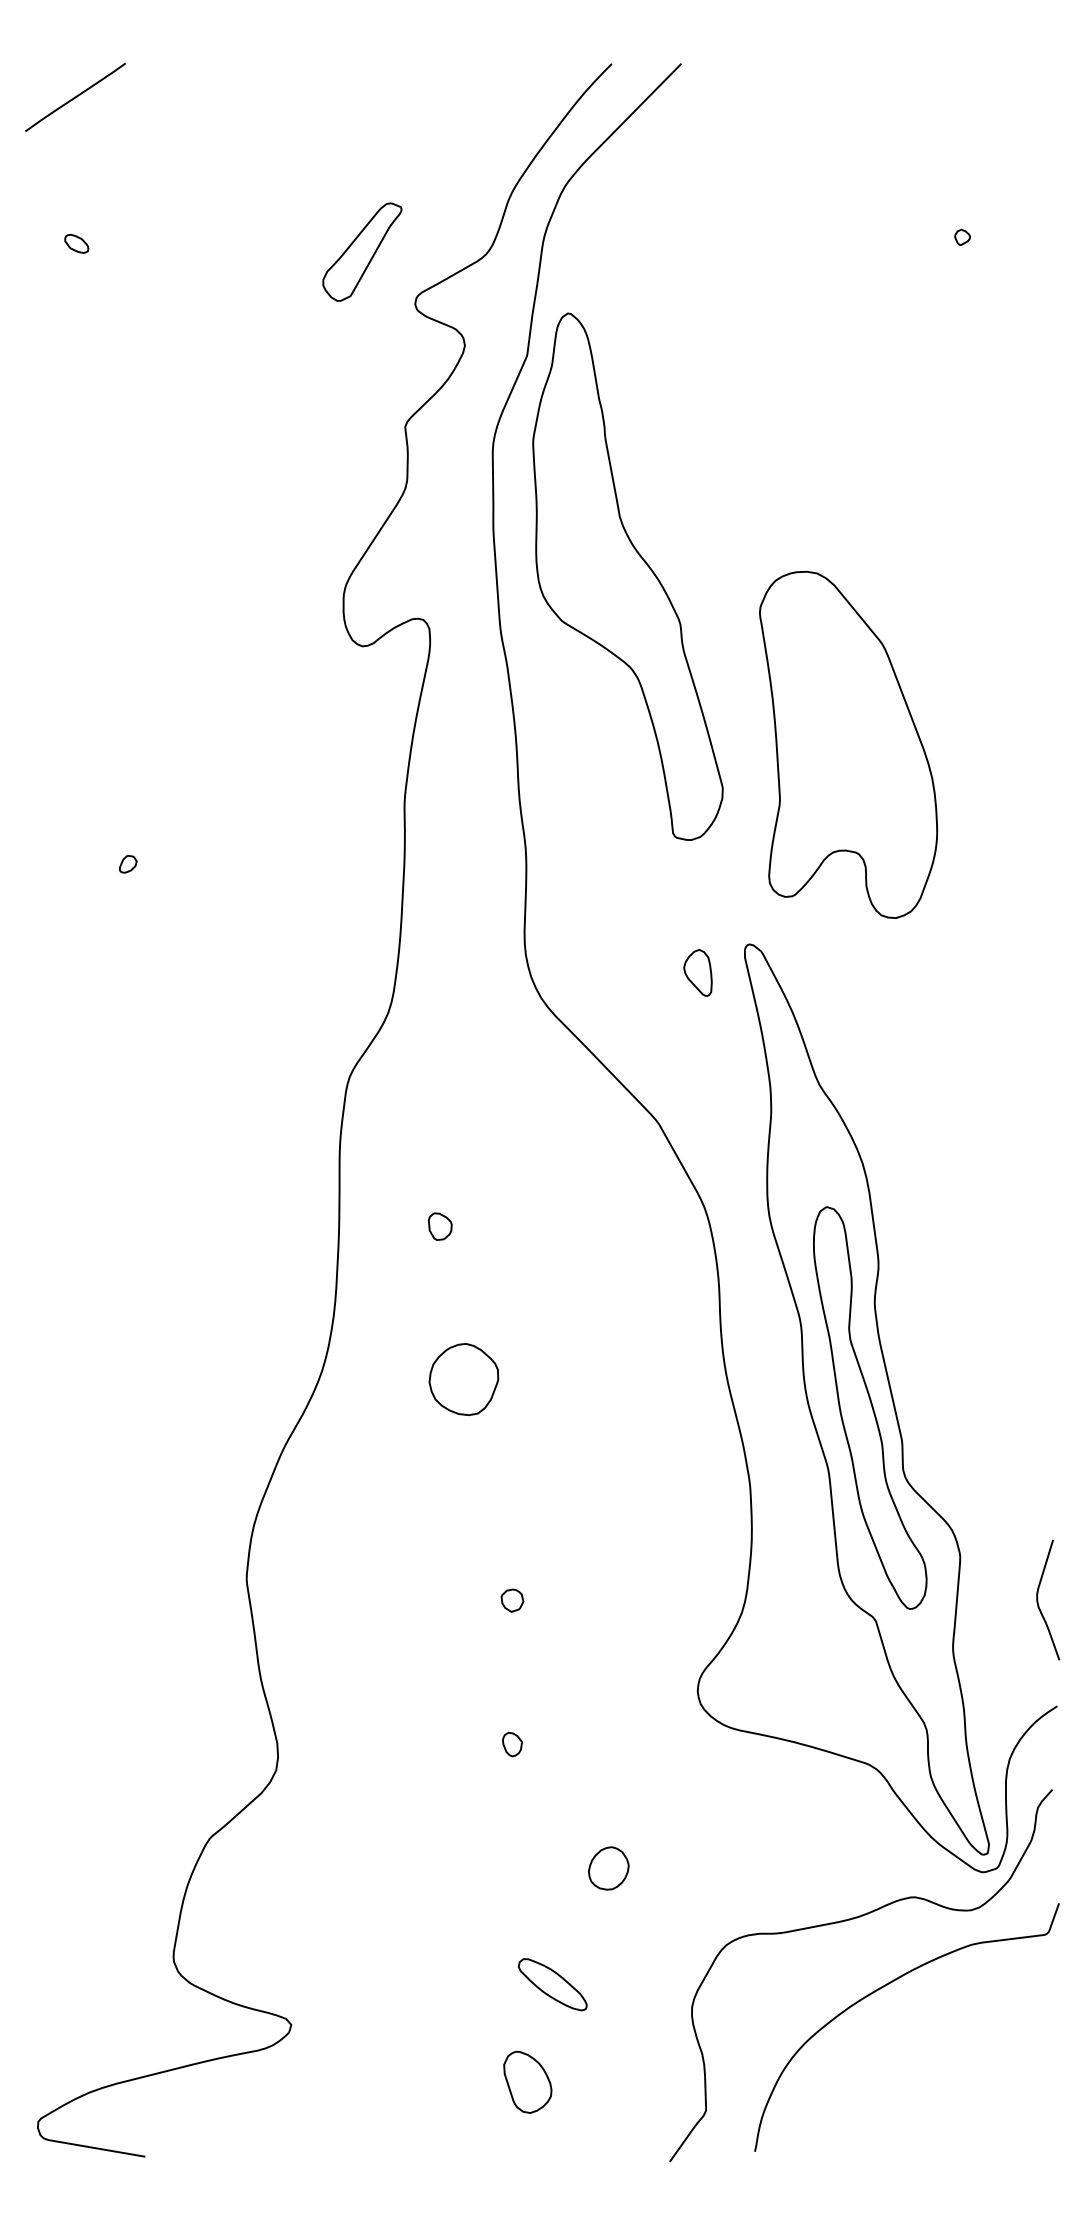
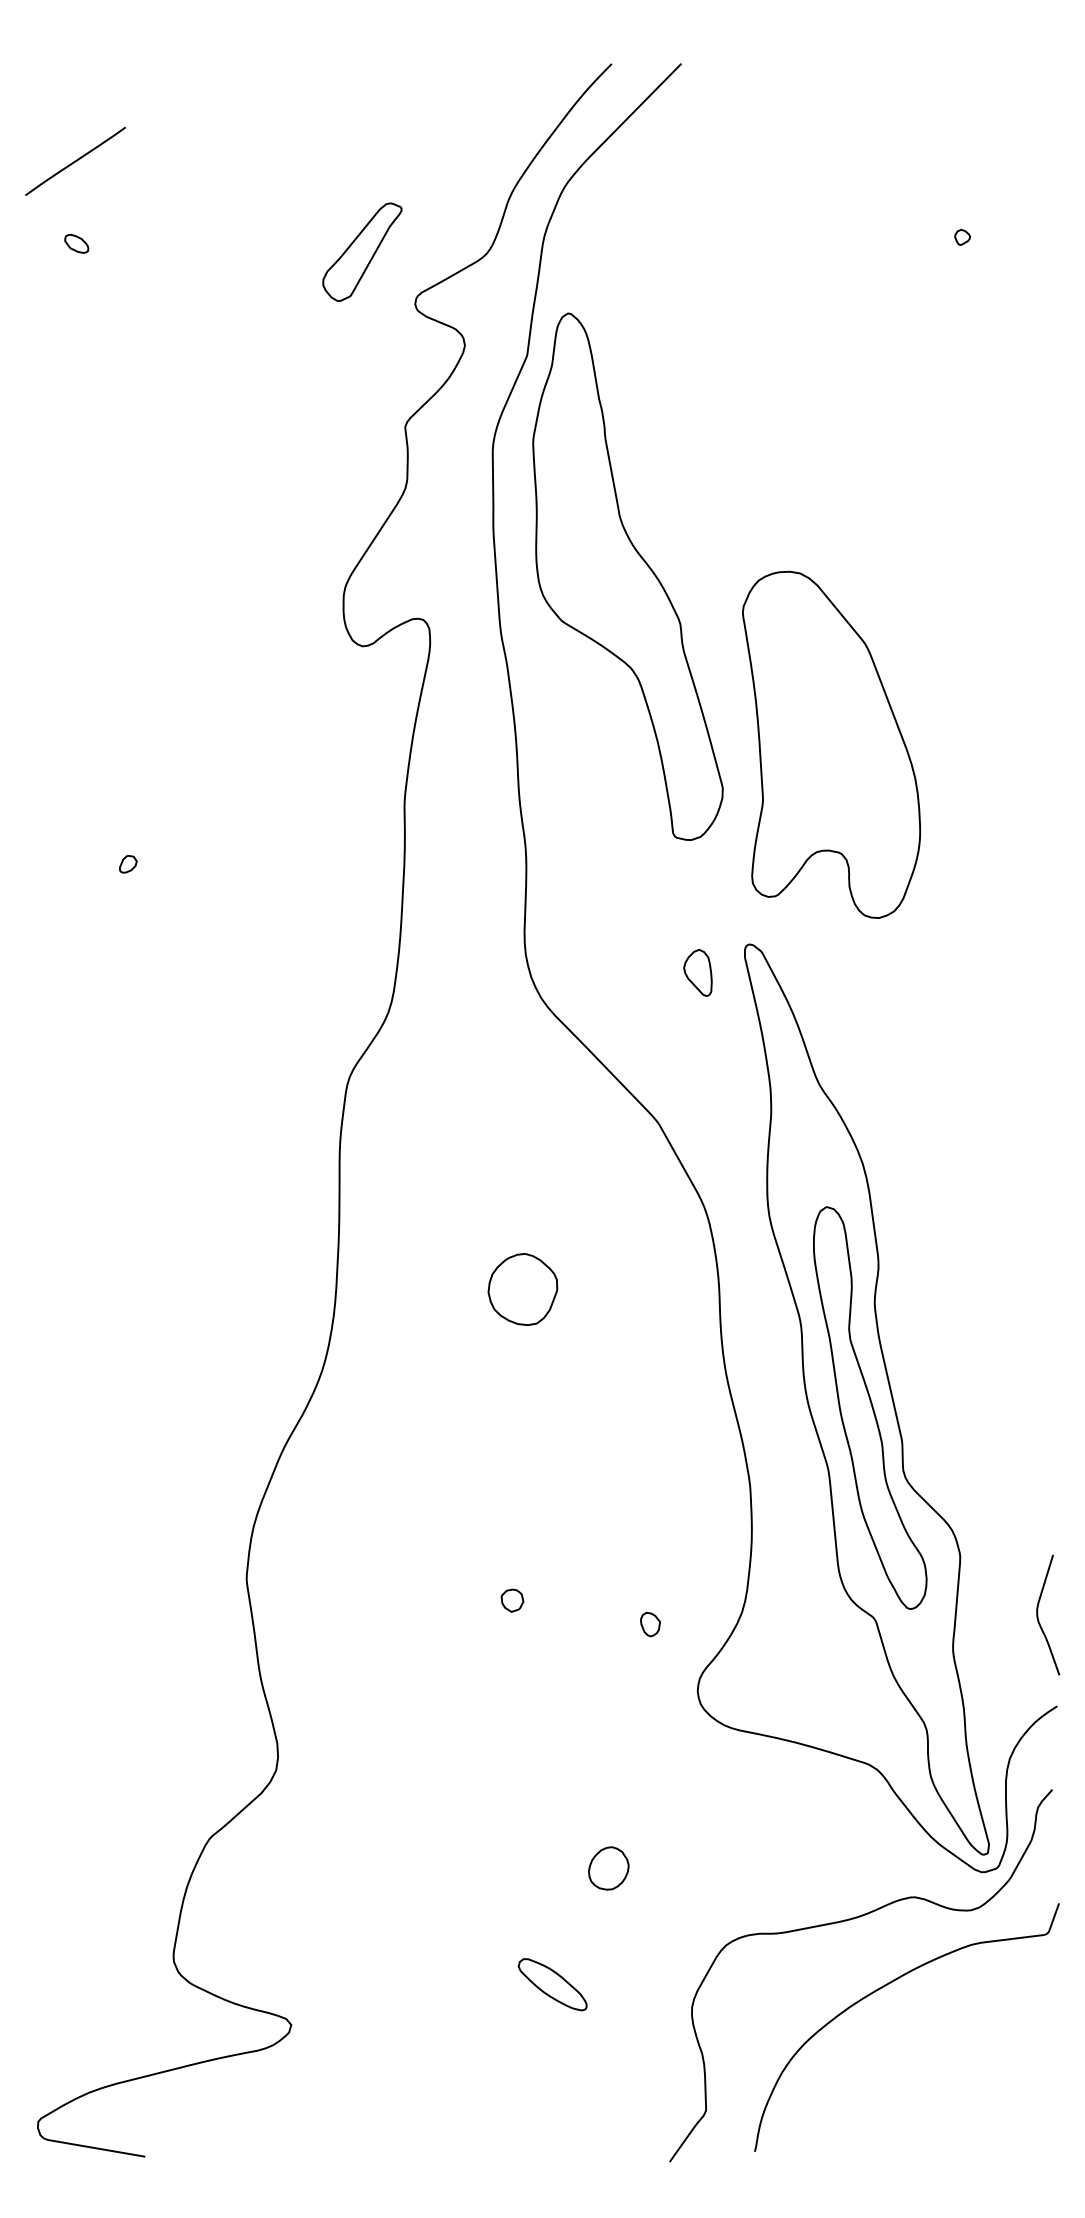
line at (75, 96) position: (75, 96) -> (75, 160)
part at (848, 744) position: (848, 744) -> (831, 744)
part at (439, 1226): present -> none
part at (463, 1379) position: (463, 1379) -> (522, 1289)
curve at (1038, 1599) position: (1038, 1599) -> (1038, 1614)
part at (512, 1744) position: (512, 1744) -> (650, 1624)
part at (527, 2082): present -> none
